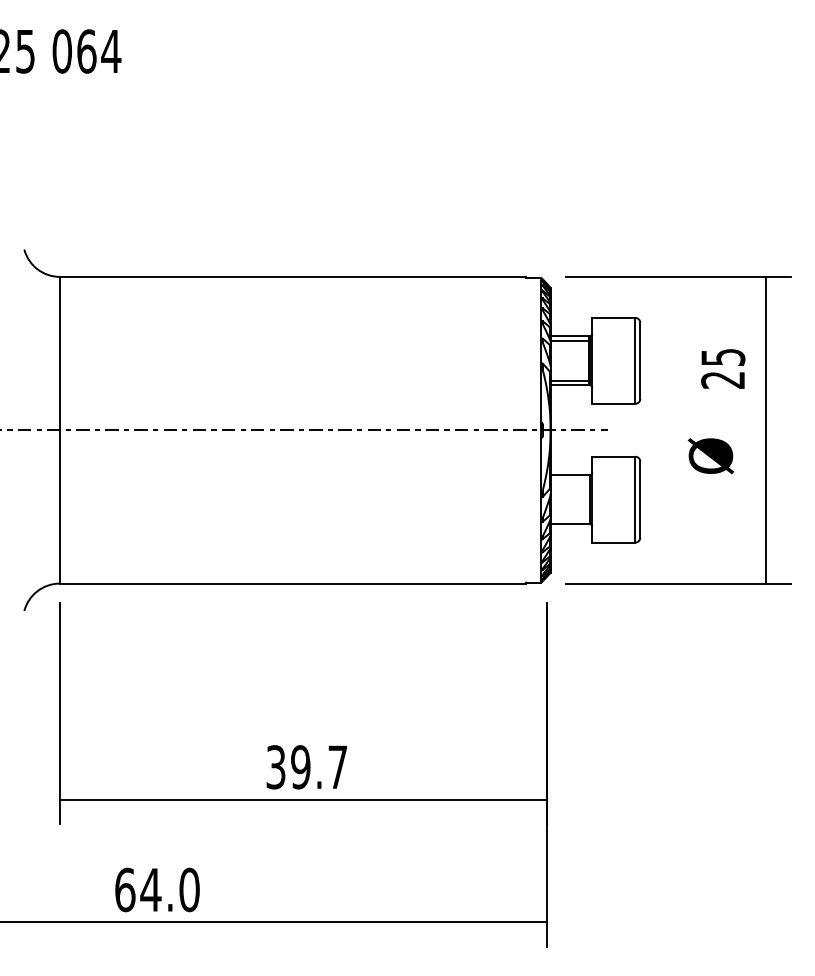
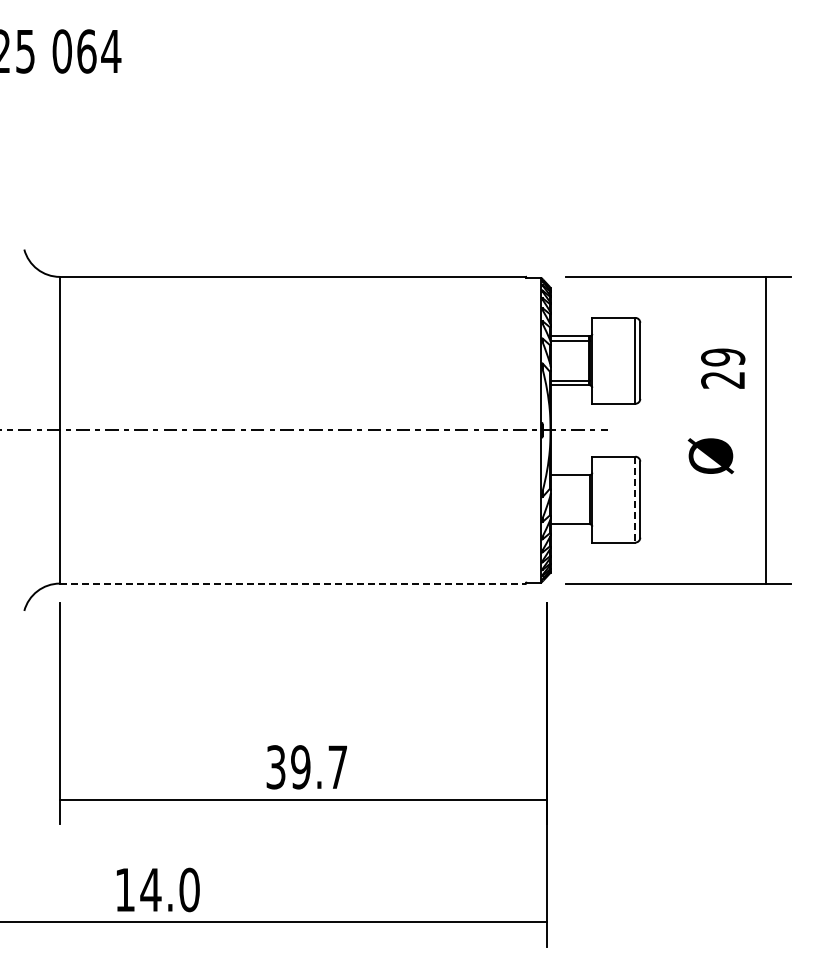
text at (723, 357): 25 -> 29
line at (635, 499): solid -> dashed
line at (293, 583): solid -> dashed
text at (125, 889): 64.0 -> 14.0
